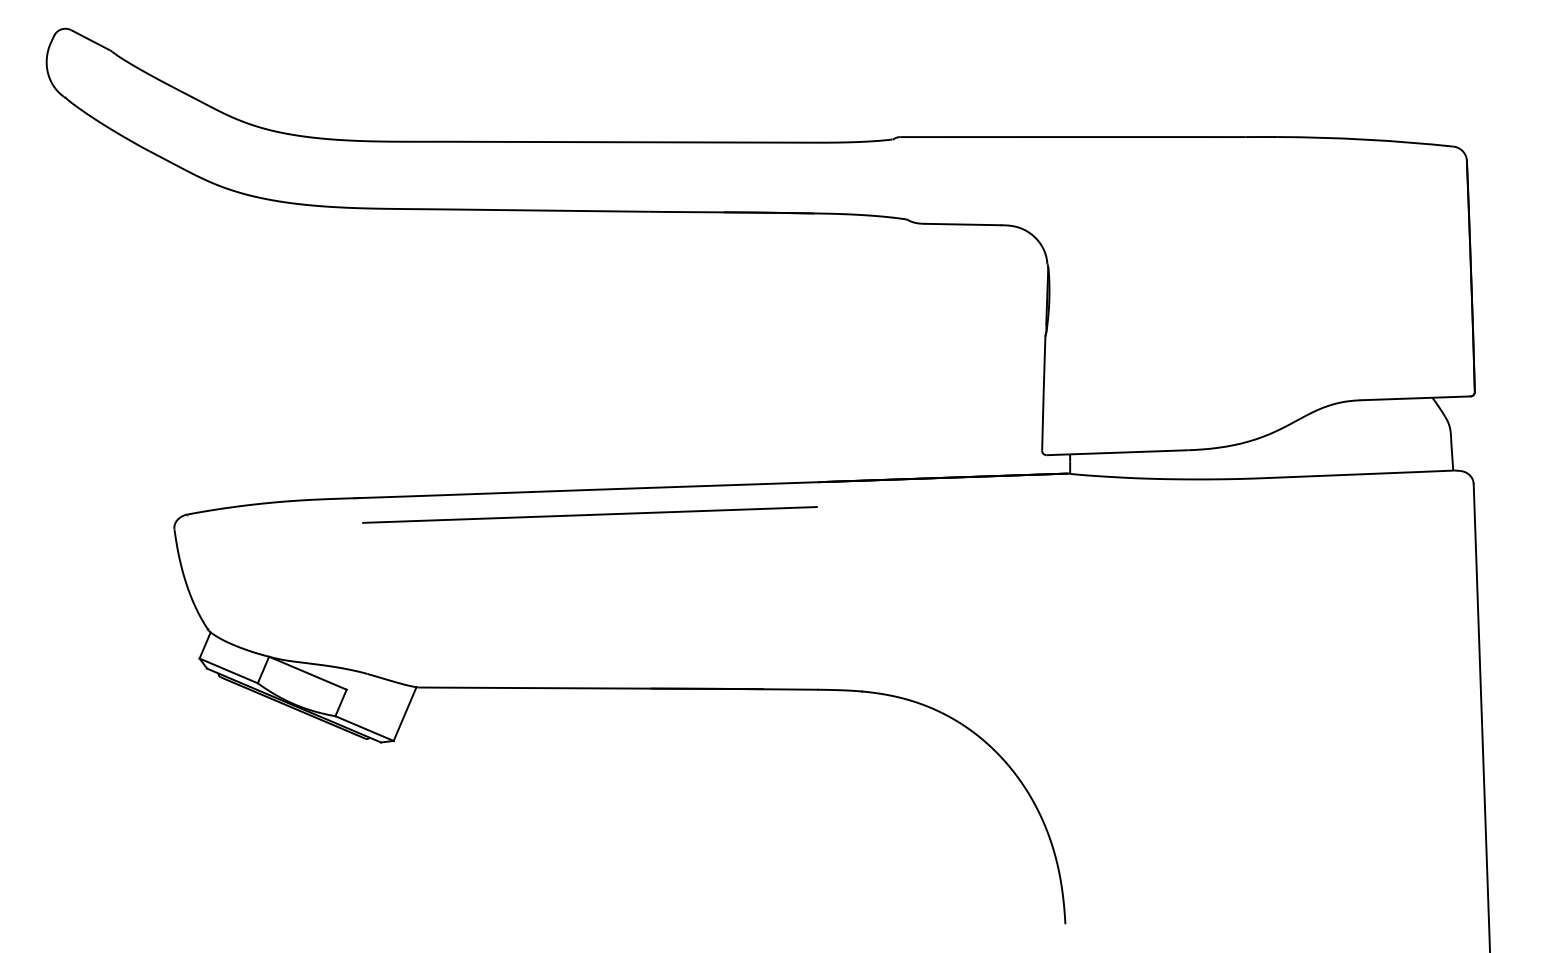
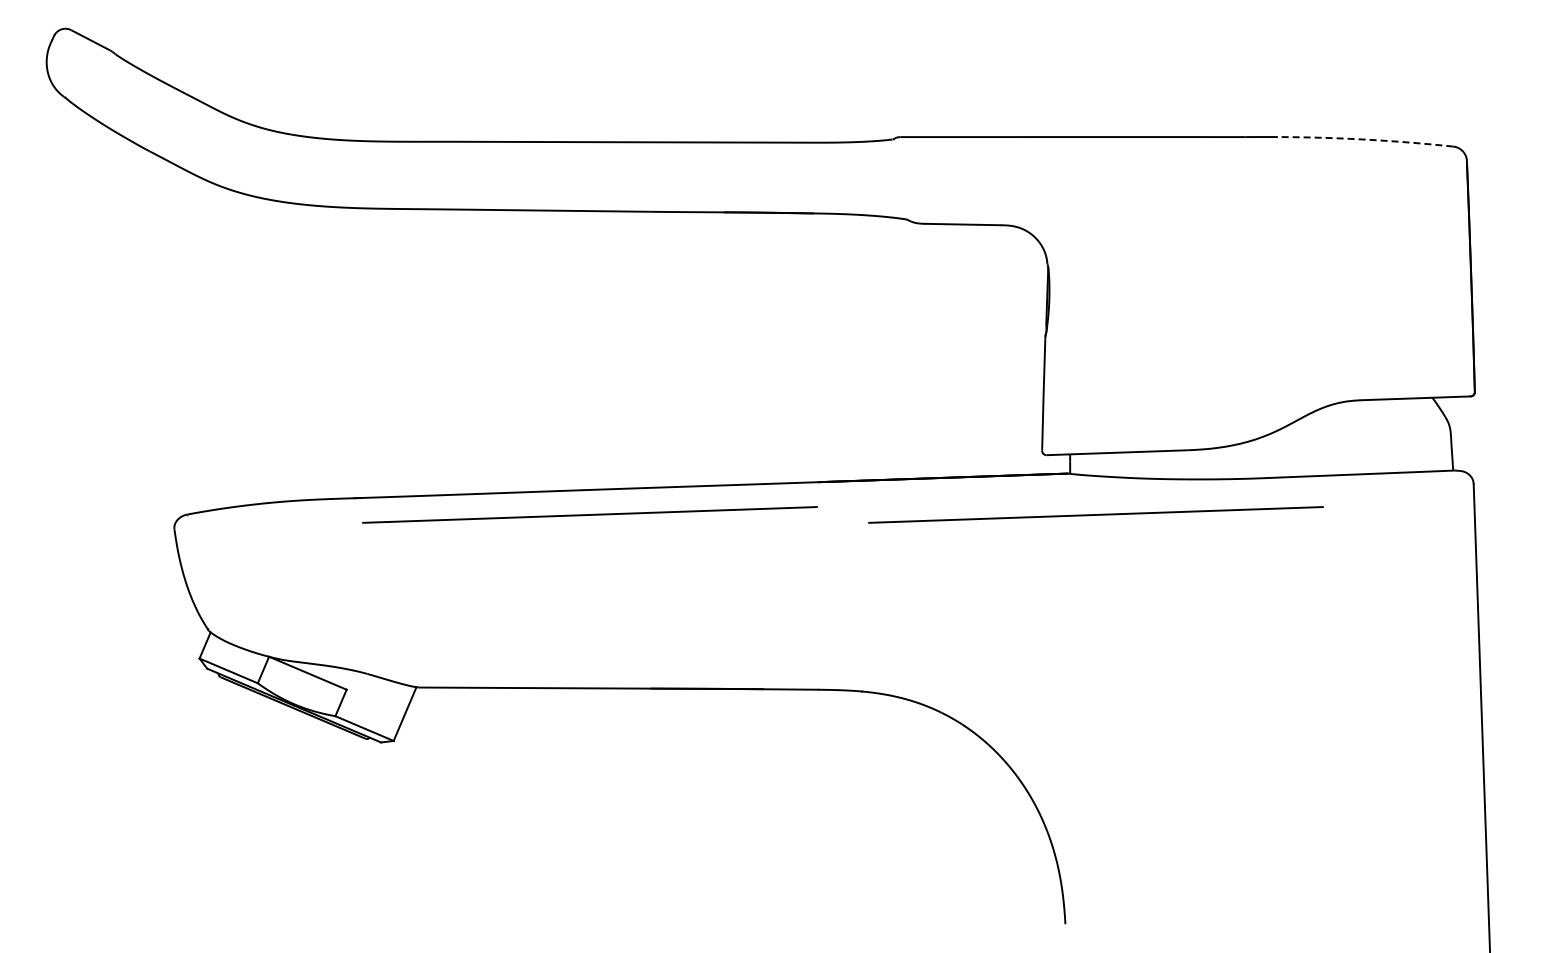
arc at (1365, 139): solid -> dashed
line at (1095, 514): none -> present
